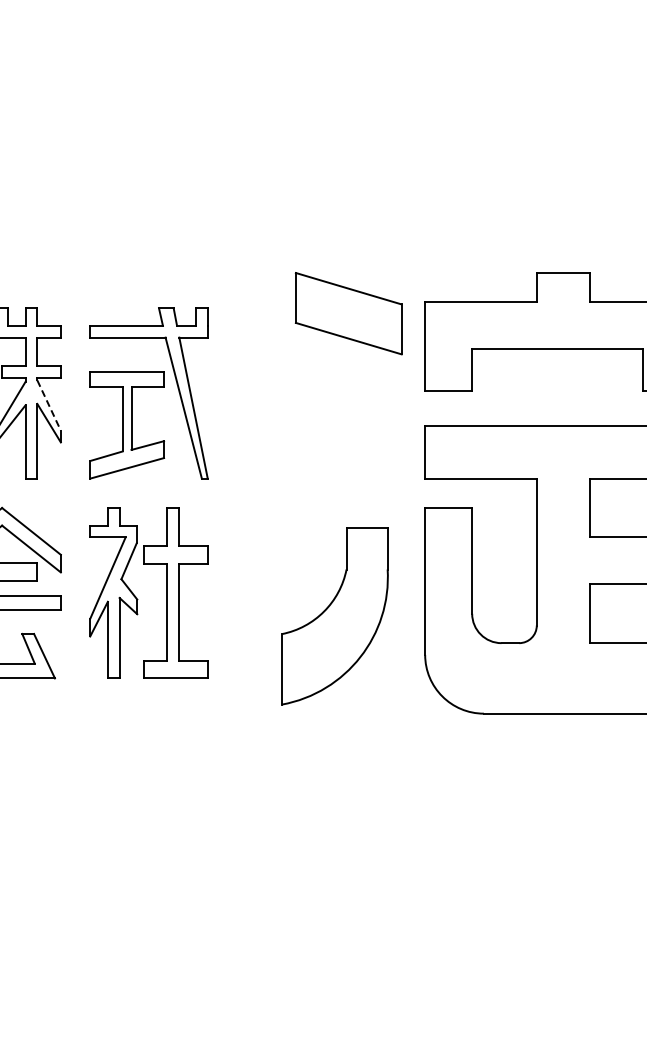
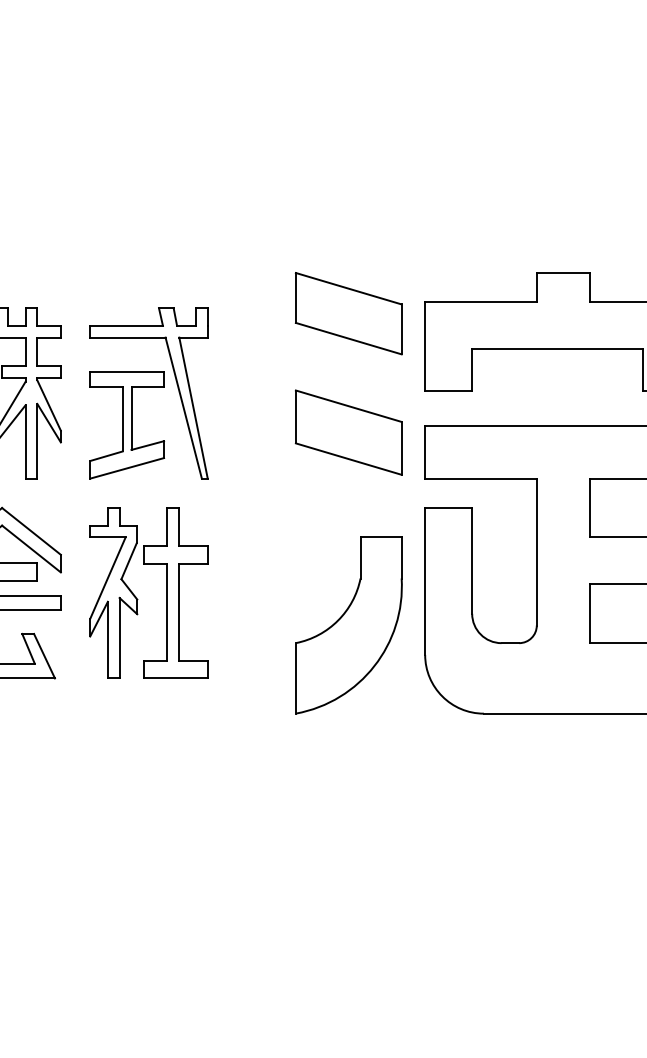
line at (49, 405): dashed -> solid
part at (348, 432): none -> present
part at (334, 616) position: (334, 616) -> (348, 625)
